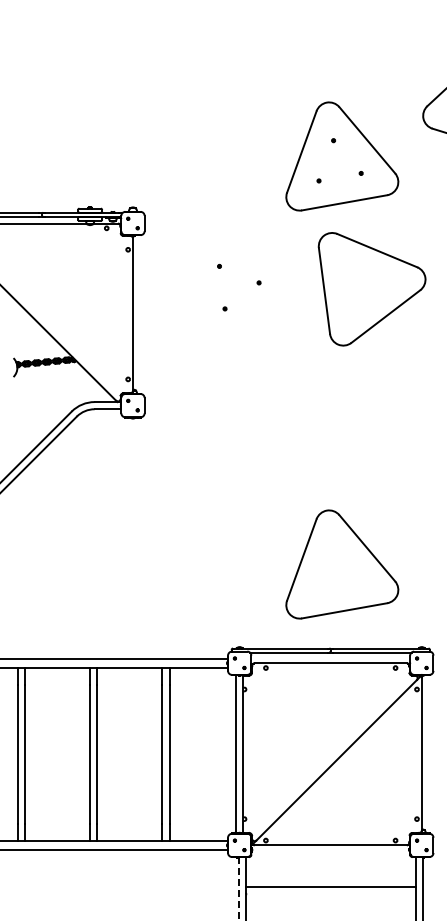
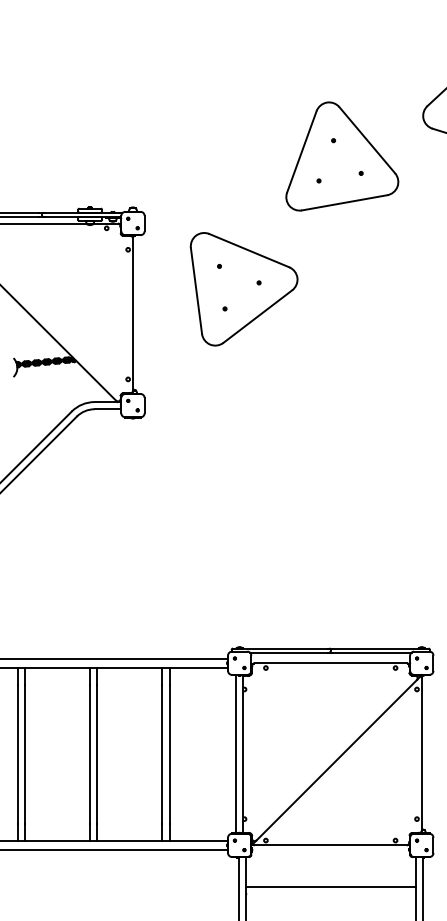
part at (371, 289) position: (371, 289) -> (243, 289)
part at (342, 564): present -> none
line at (238, 889): dashed -> solid
